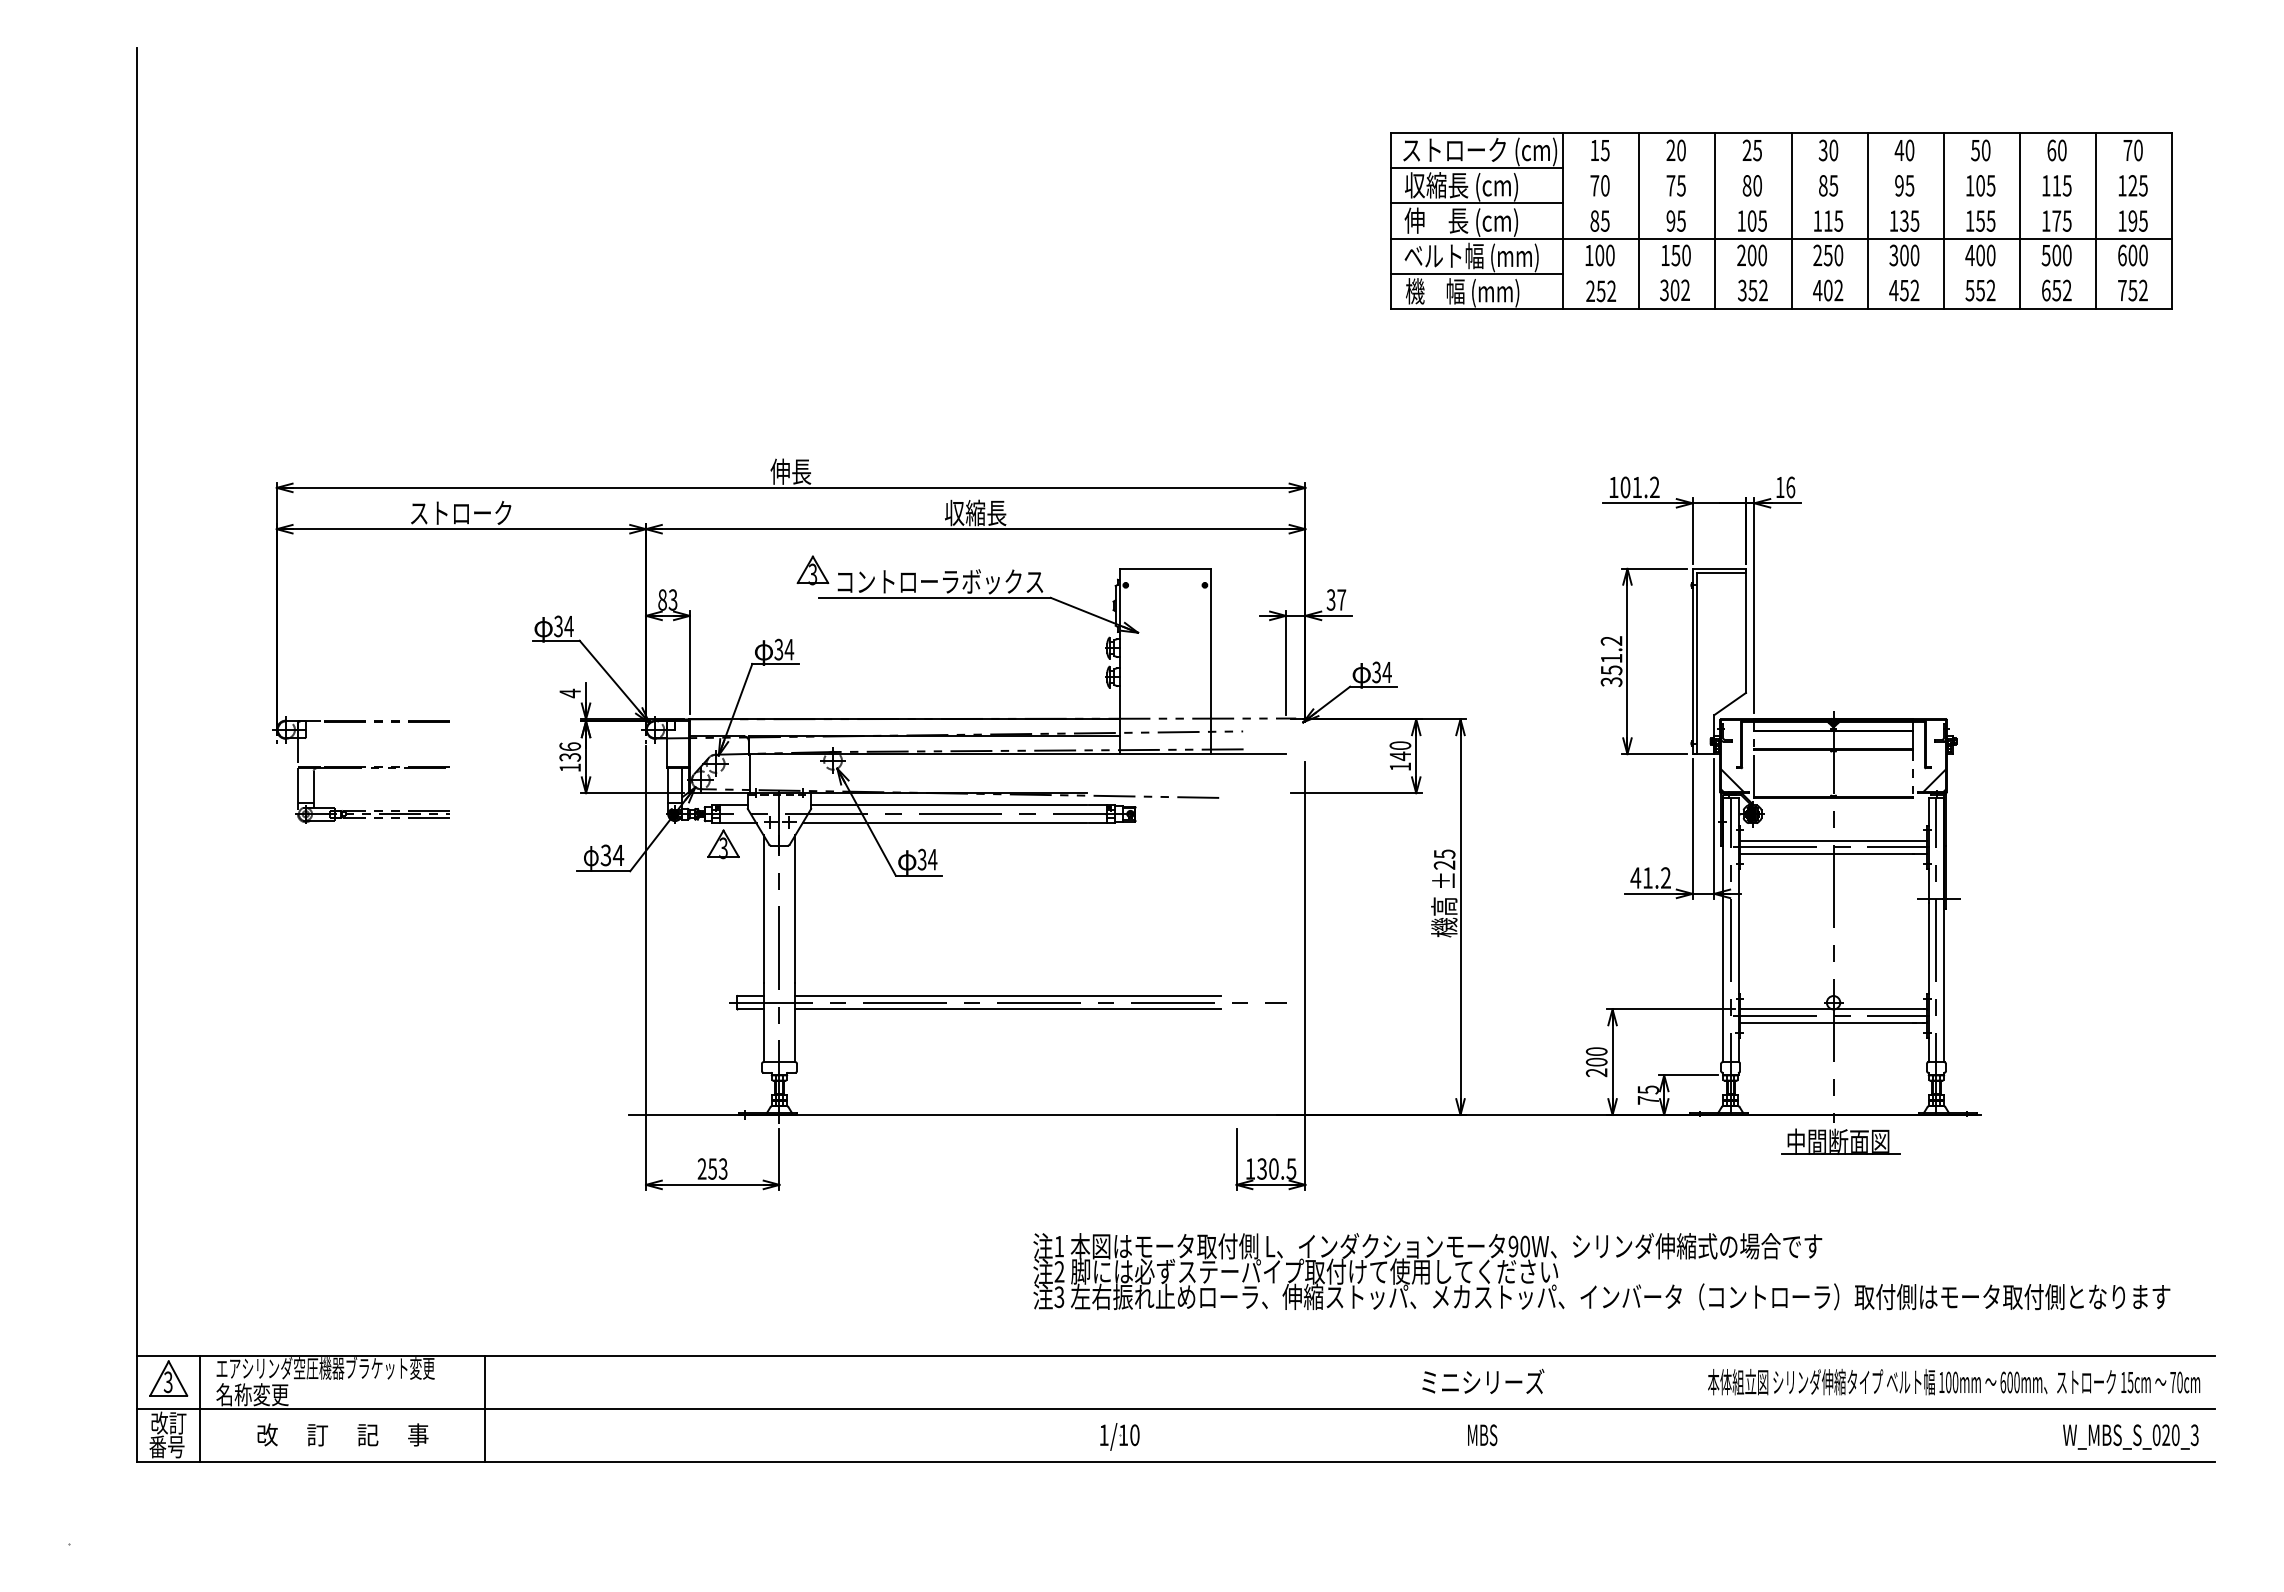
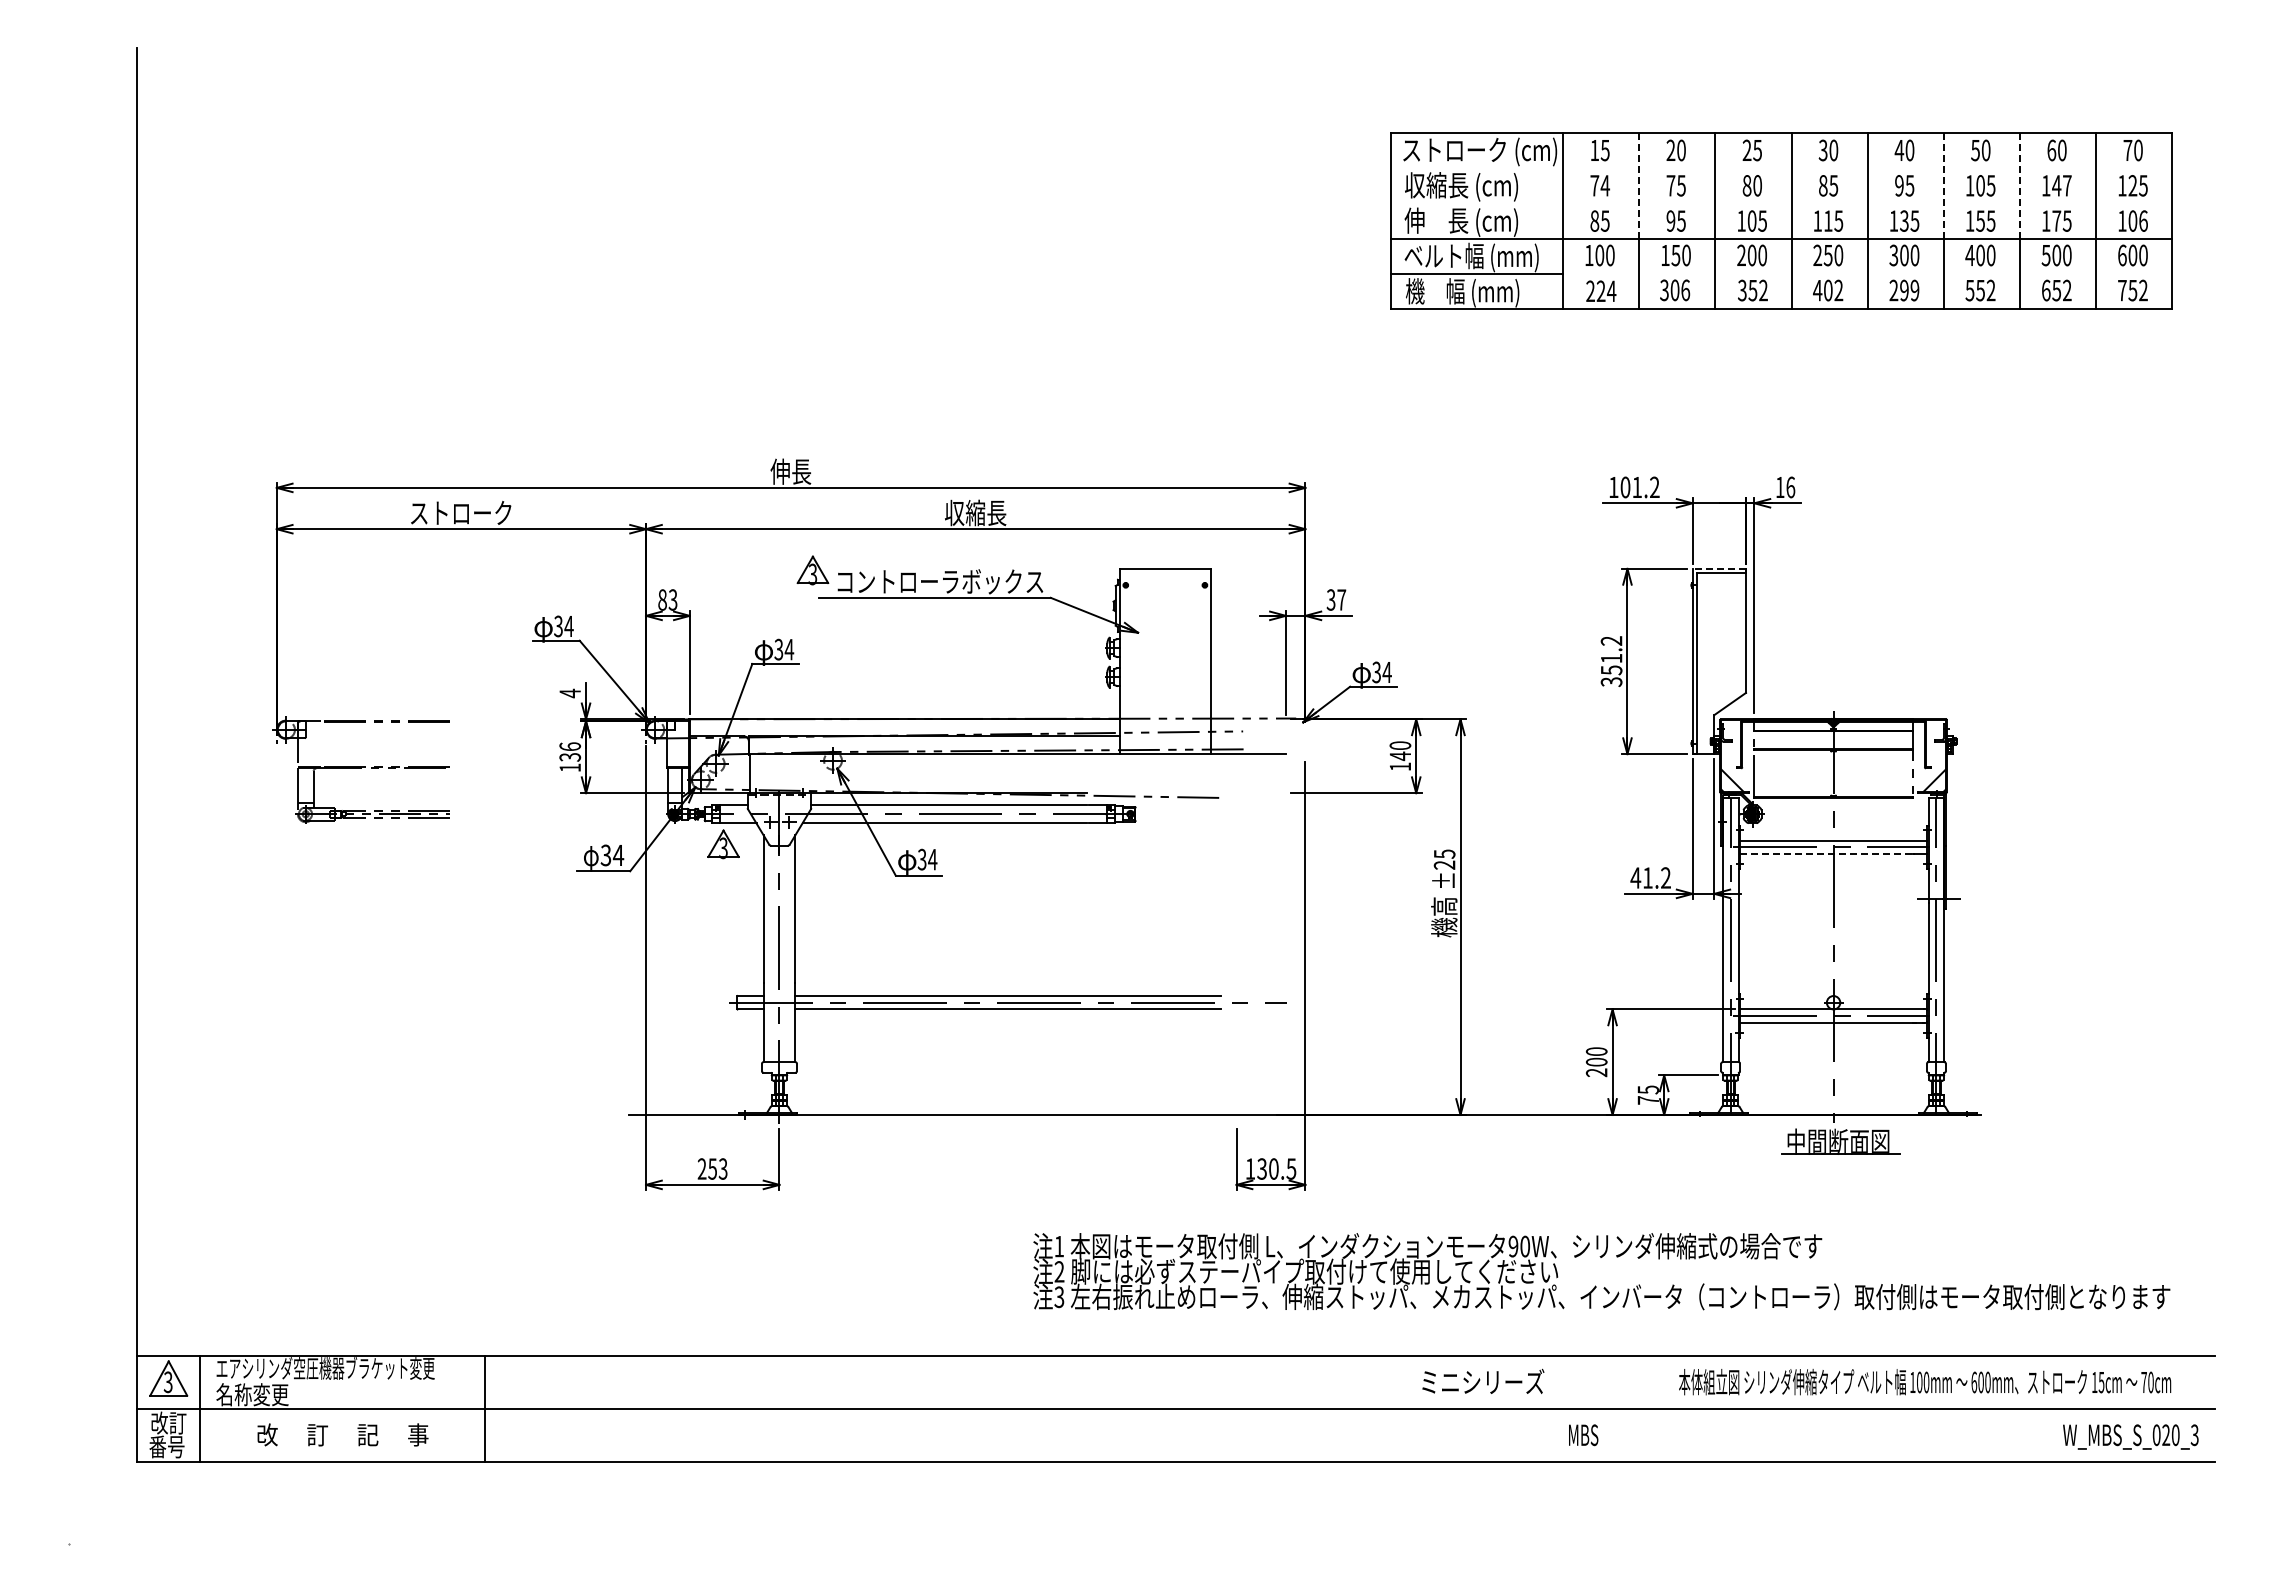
line at (1477, 168): present -> none
text at (1605, 185): 70 -> 74
line at (1639, 185): solid -> dashed
line at (1943, 185): solid -> dashed
line at (2020, 185): solid -> dashed
text at (2061, 185): 115 -> 147
line at (1477, 203): present -> none
text at (2137, 220): 195 -> 106
text at (1685, 290): 302 -> 306
text at (1904, 290): 452 -> 299
text at (1606, 291): 252 -> 224
line at (1719, 568): solid -> dashed
line at (1826, 853): solid -> dashed
text at (1954, 1382) position: (1954, 1382) -> (1925, 1382)
text at (1482, 1435) position: (1482, 1435) -> (1583, 1435)
part at (1119, 1436): present -> none
